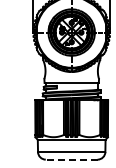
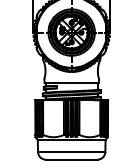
line at (71, 159): dashed -> solid
